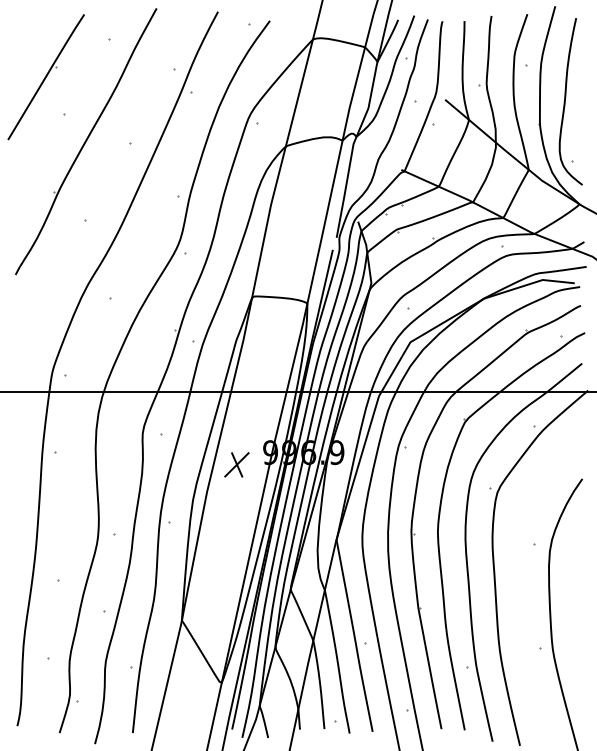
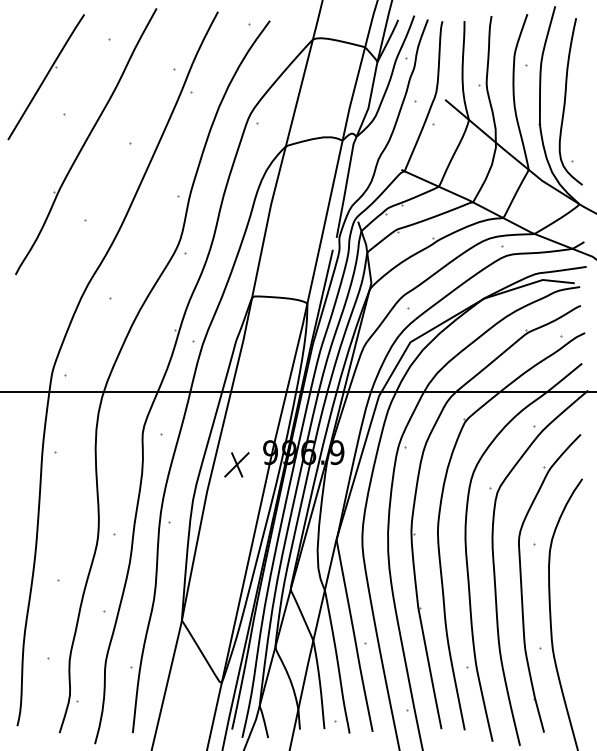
part at (522, 583): none -> present
